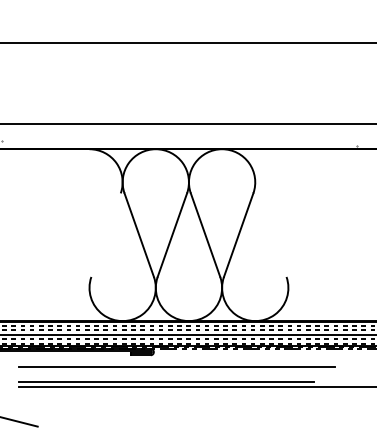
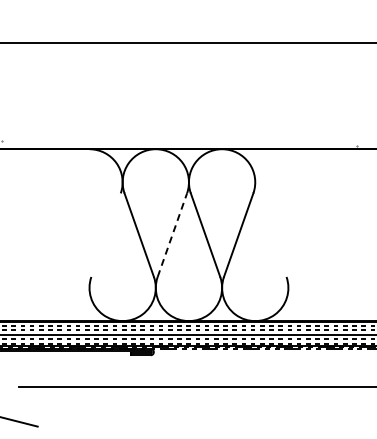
line at (187, 124): present -> none
line at (172, 234): solid -> dashed
line at (177, 366): present -> none
line at (166, 381): present -> none
